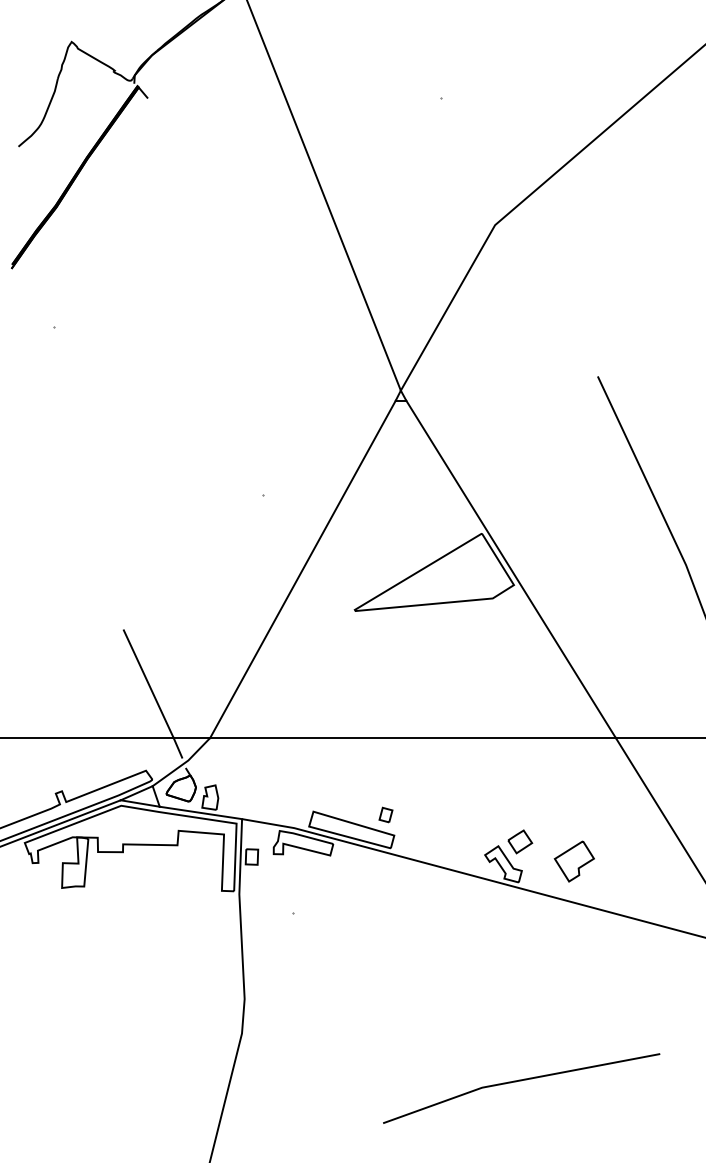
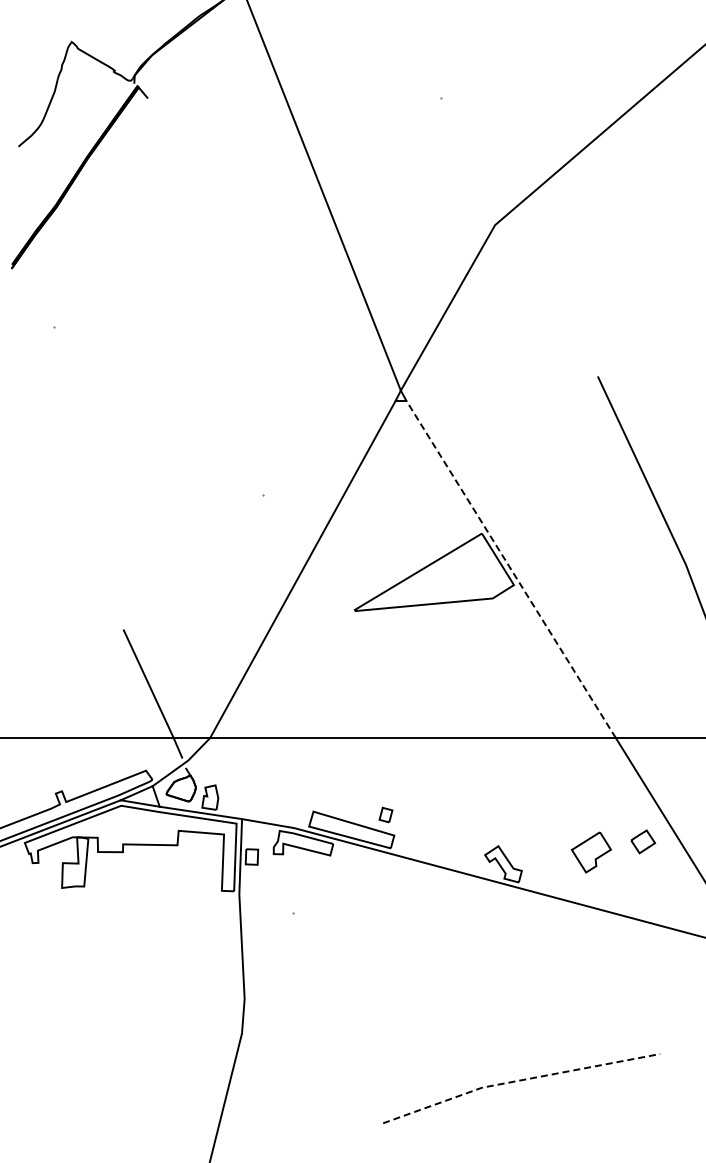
line at (511, 569): solid -> dashed
part at (520, 841) position: (520, 841) -> (643, 841)
part at (573, 861) position: (573, 861) -> (590, 852)
line at (519, 1080): solid -> dashed
